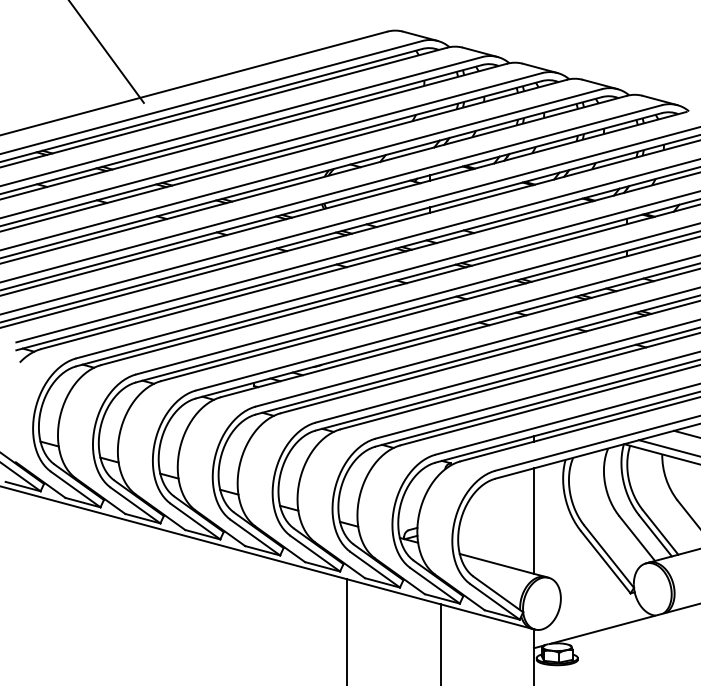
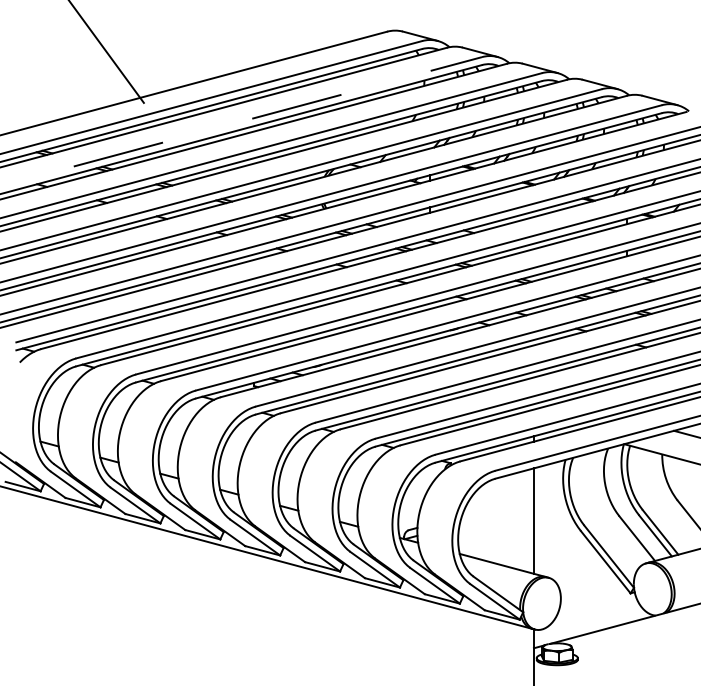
line at (241, 121): solid -> dashed
line at (668, 448): present -> none
line at (347, 630): present -> none
line at (440, 643): present -> none
